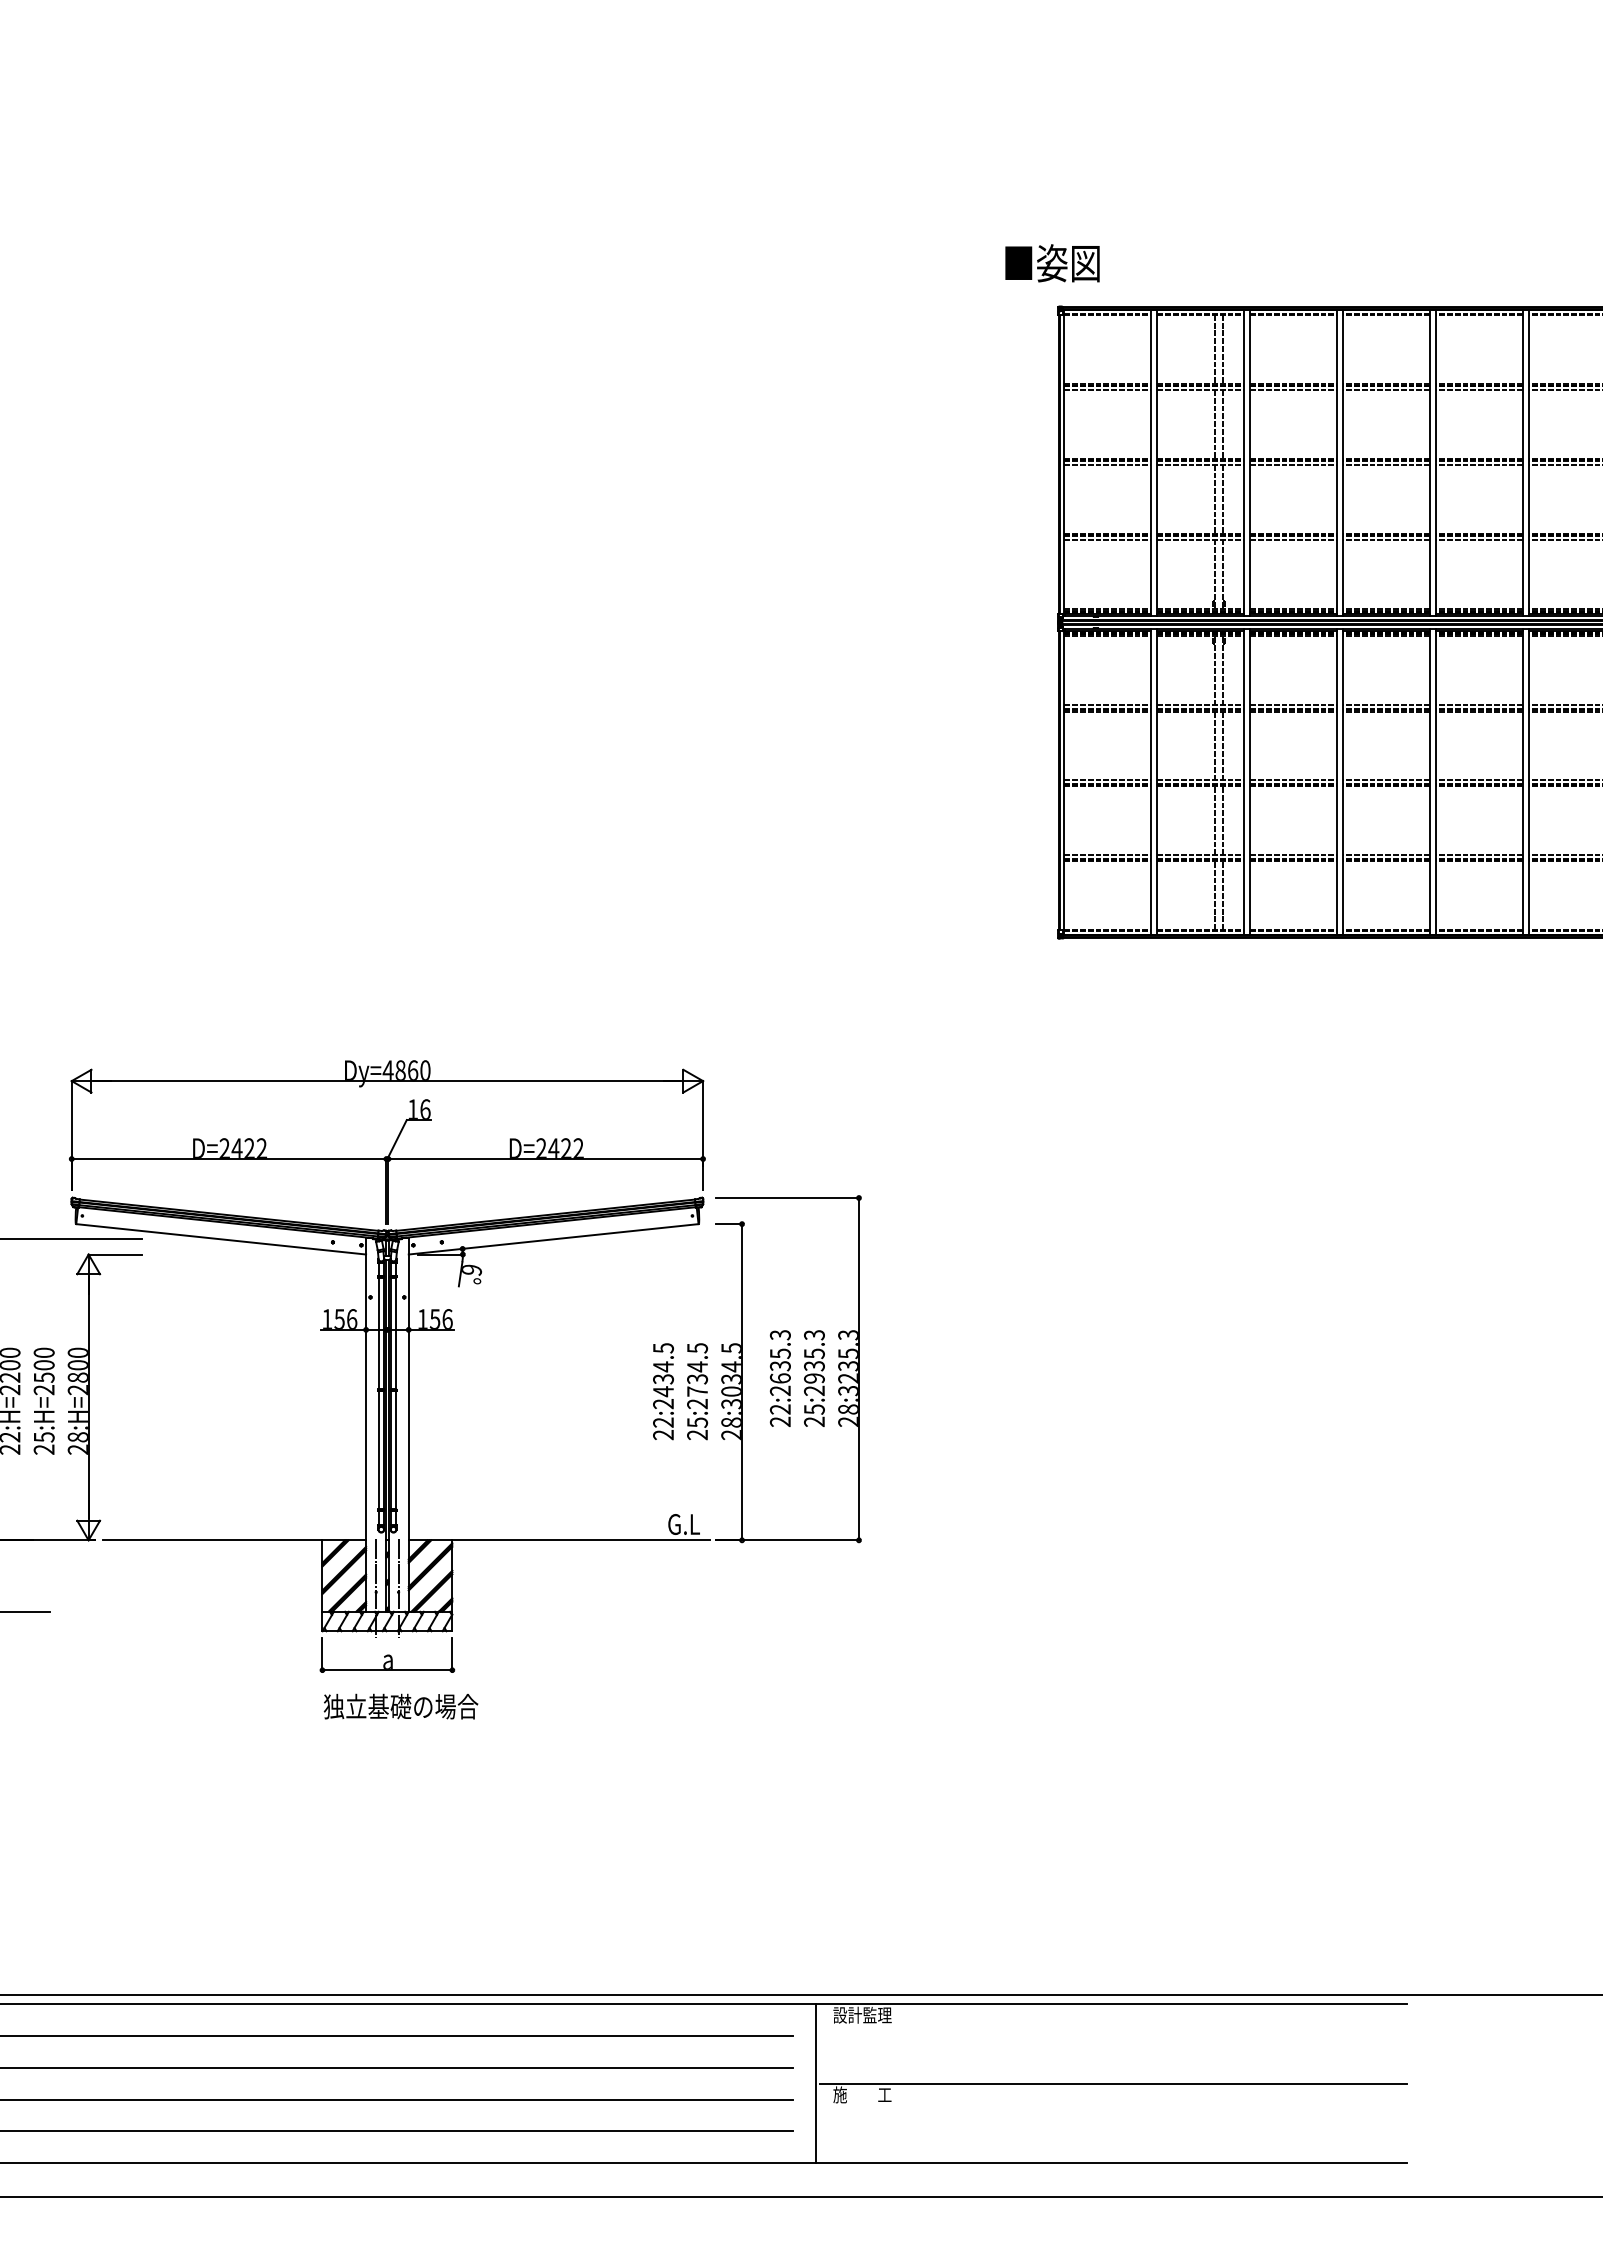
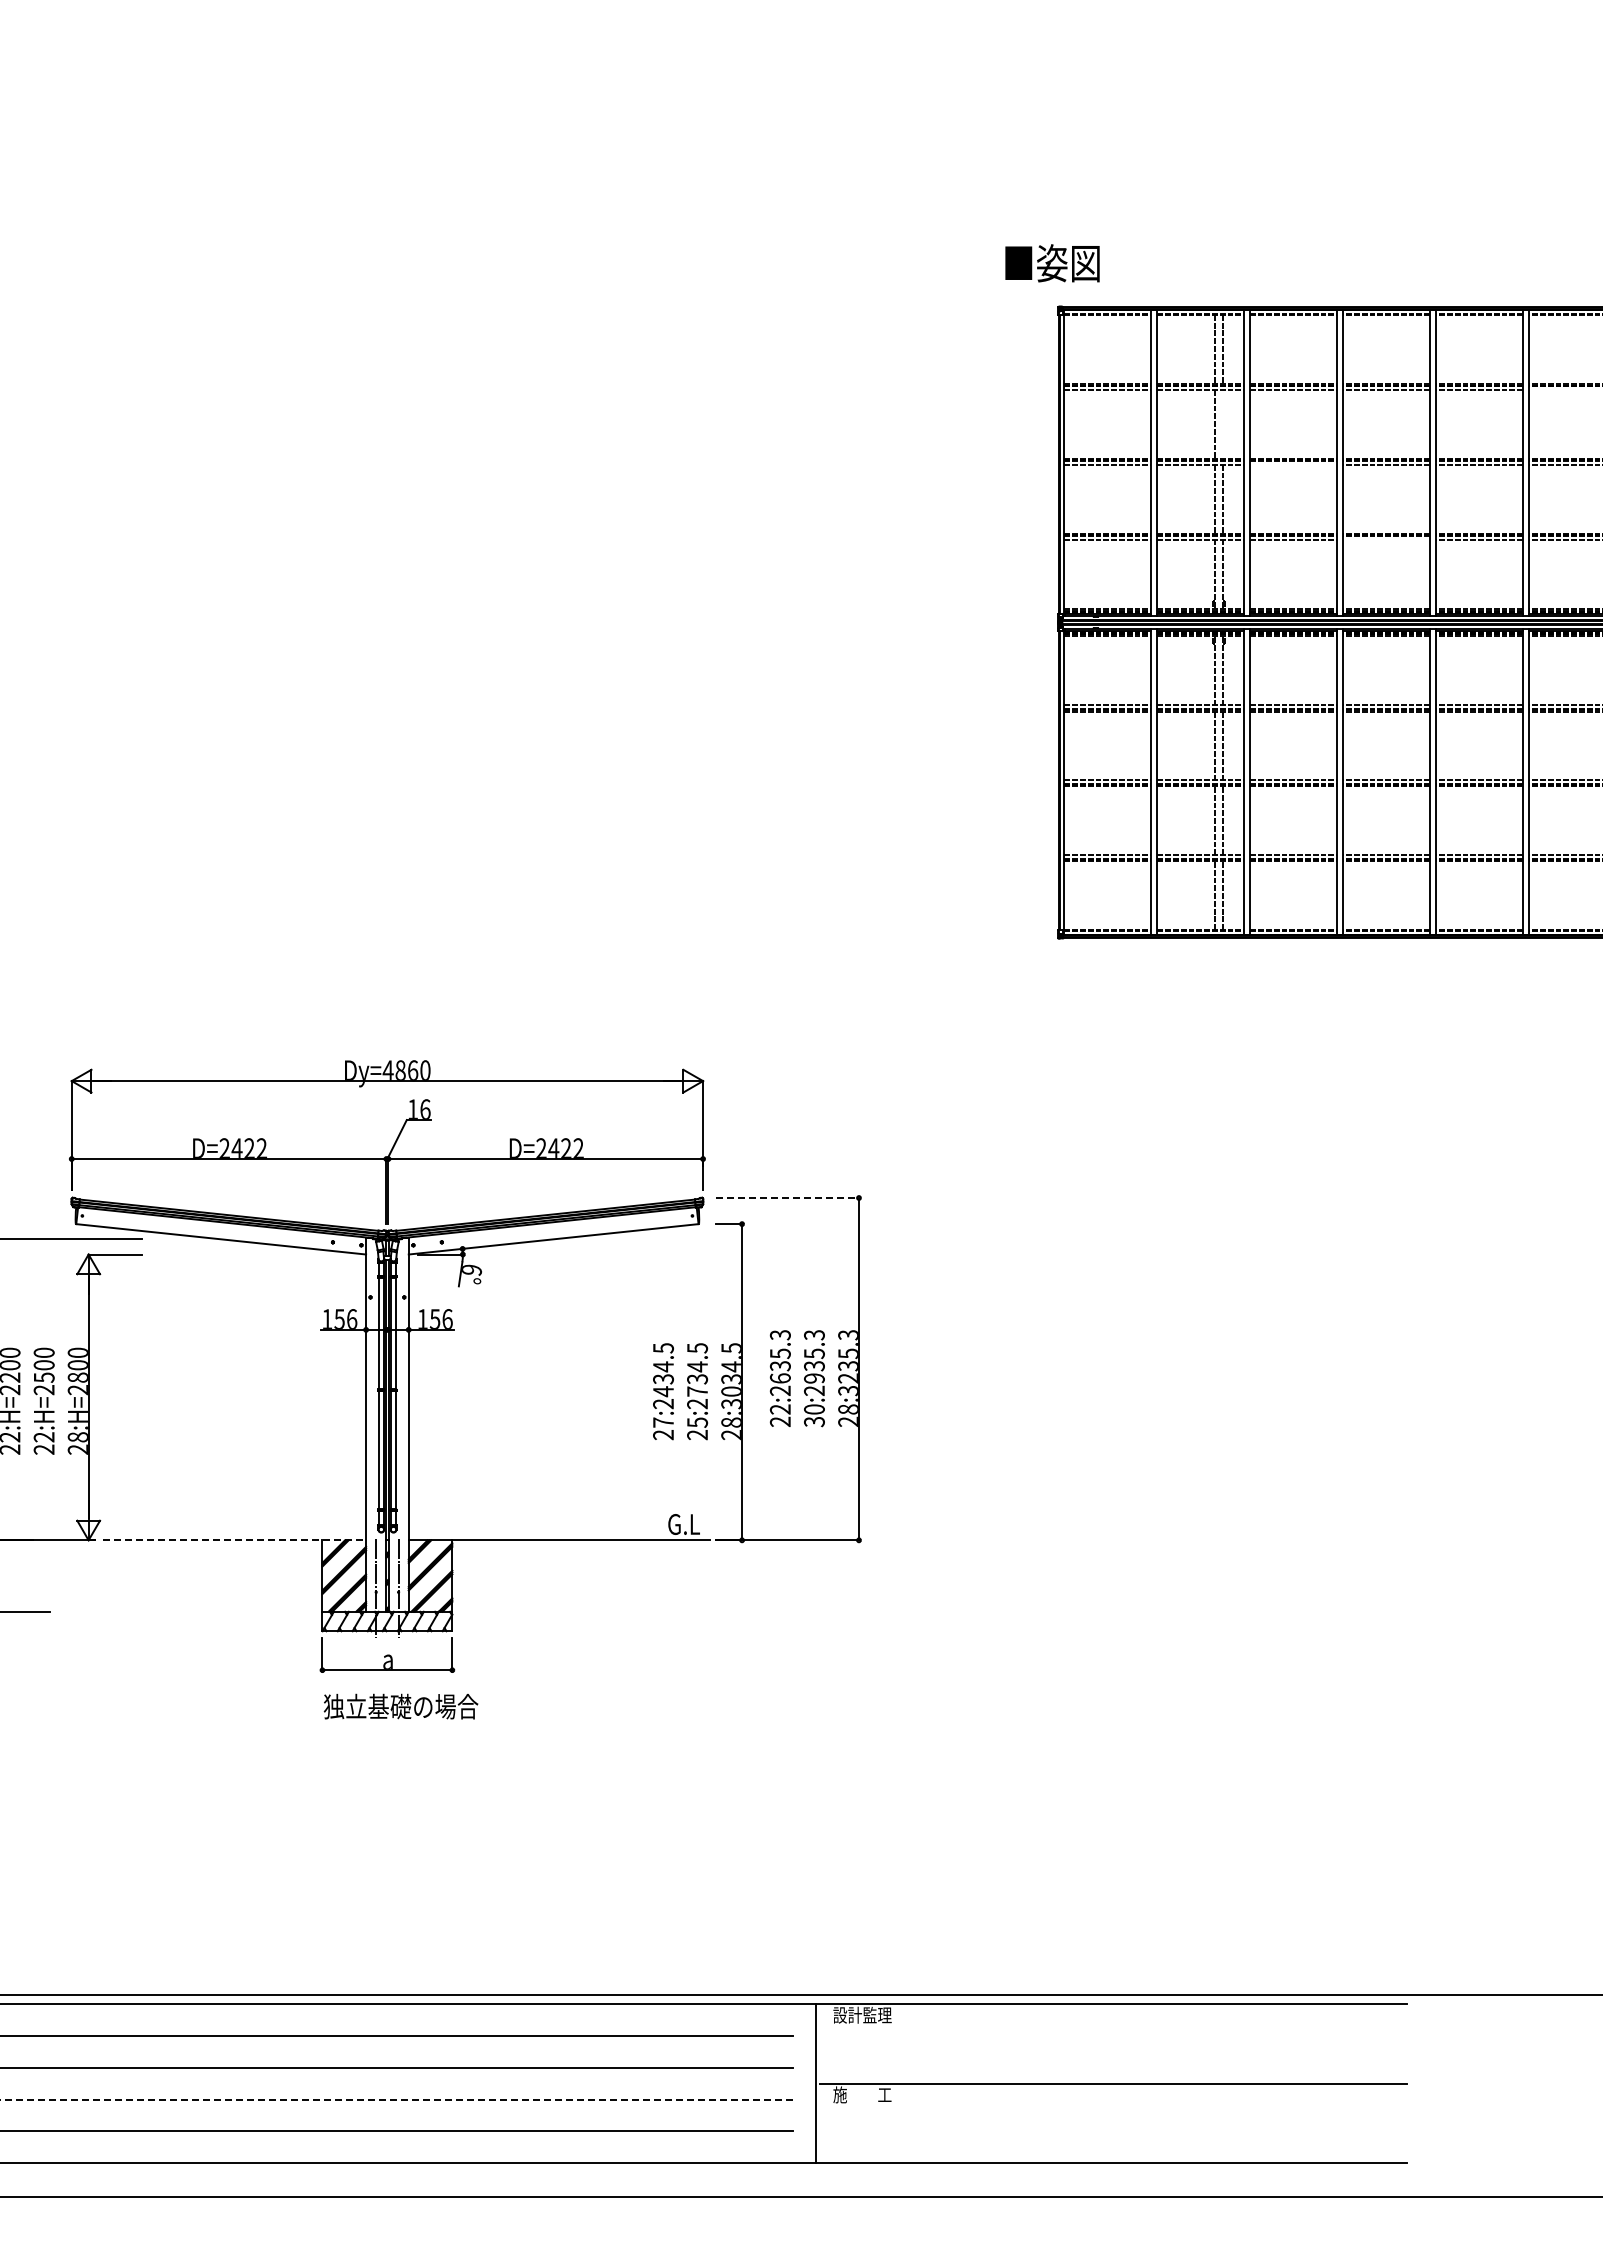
line at (1564, 389): present -> none
line at (1222, 423): present -> none
line at (1293, 464): present -> none
line at (1386, 539): present -> none
line at (788, 1198): solid -> dashed
text at (814, 1415): 25:2935.3 -> 30:2935.3
text at (663, 1422): 22:2434.5 -> 27:2434.5
text at (43, 1437): 25:H=2500 -> 22:H=2500
line at (235, 1540): solid -> dashed
line at (396, 2099): solid -> dashed
